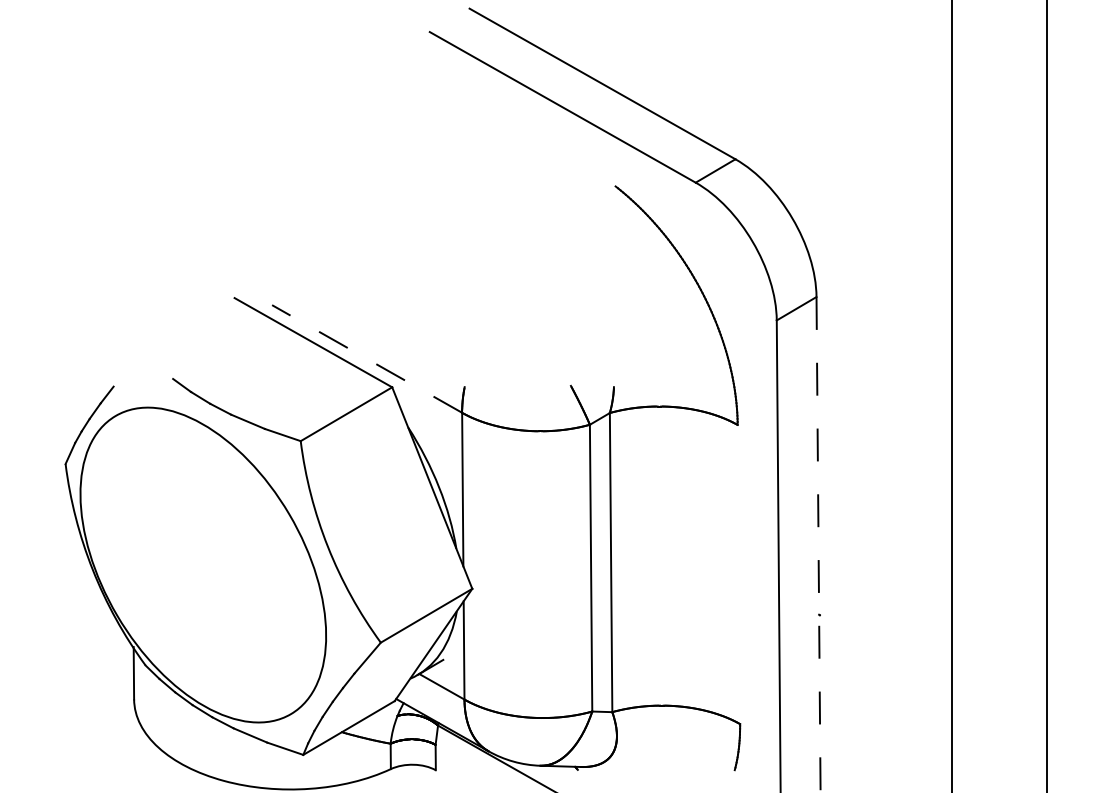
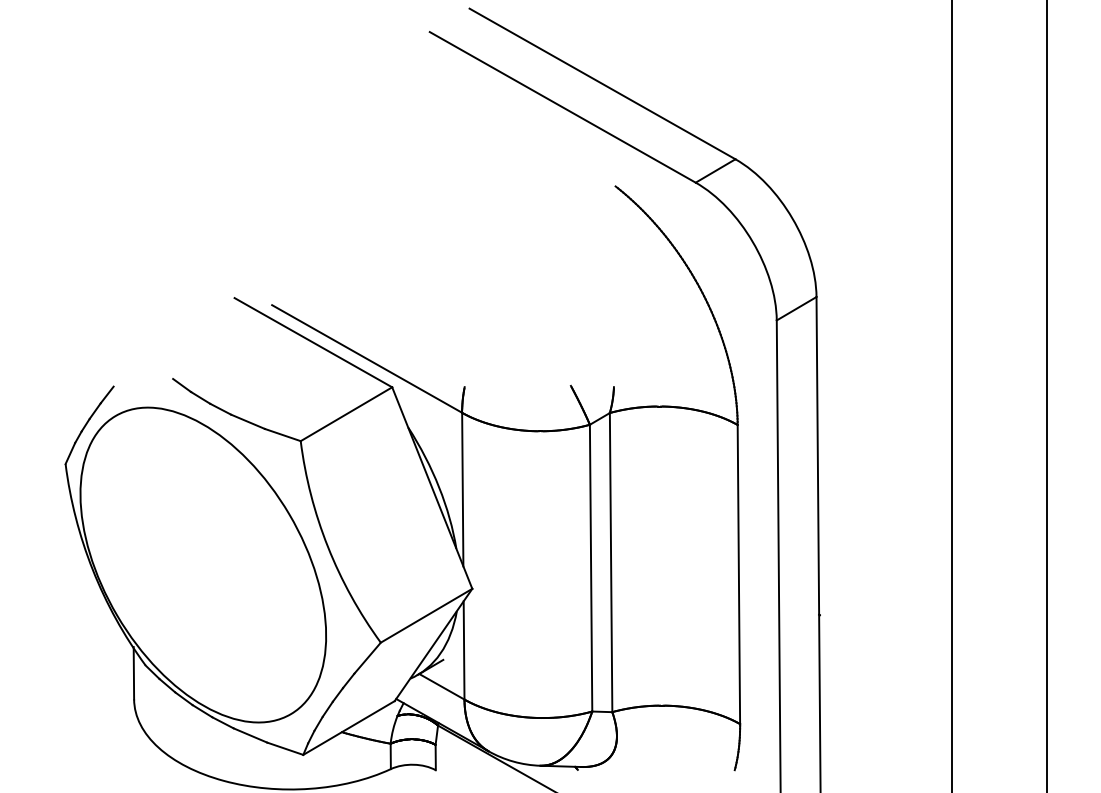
line at (366, 358): dashed -> solid
line at (818, 544): dashed -> solid
line at (738, 574): none -> present
